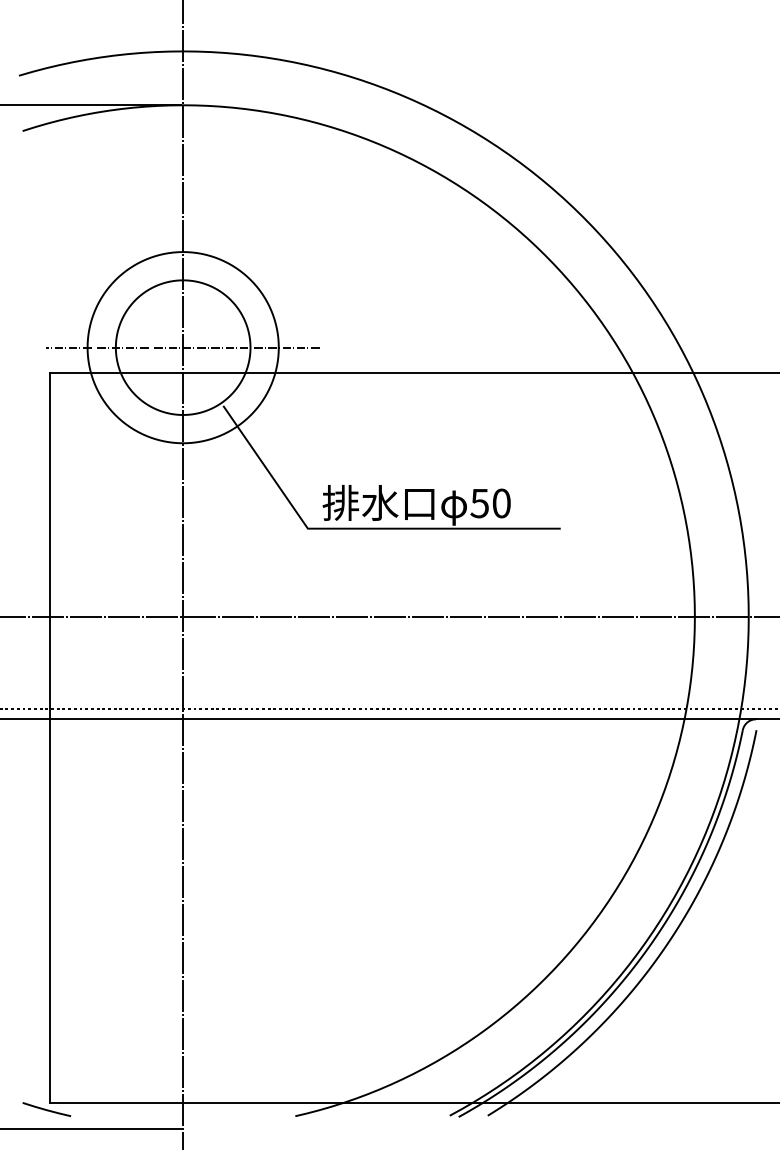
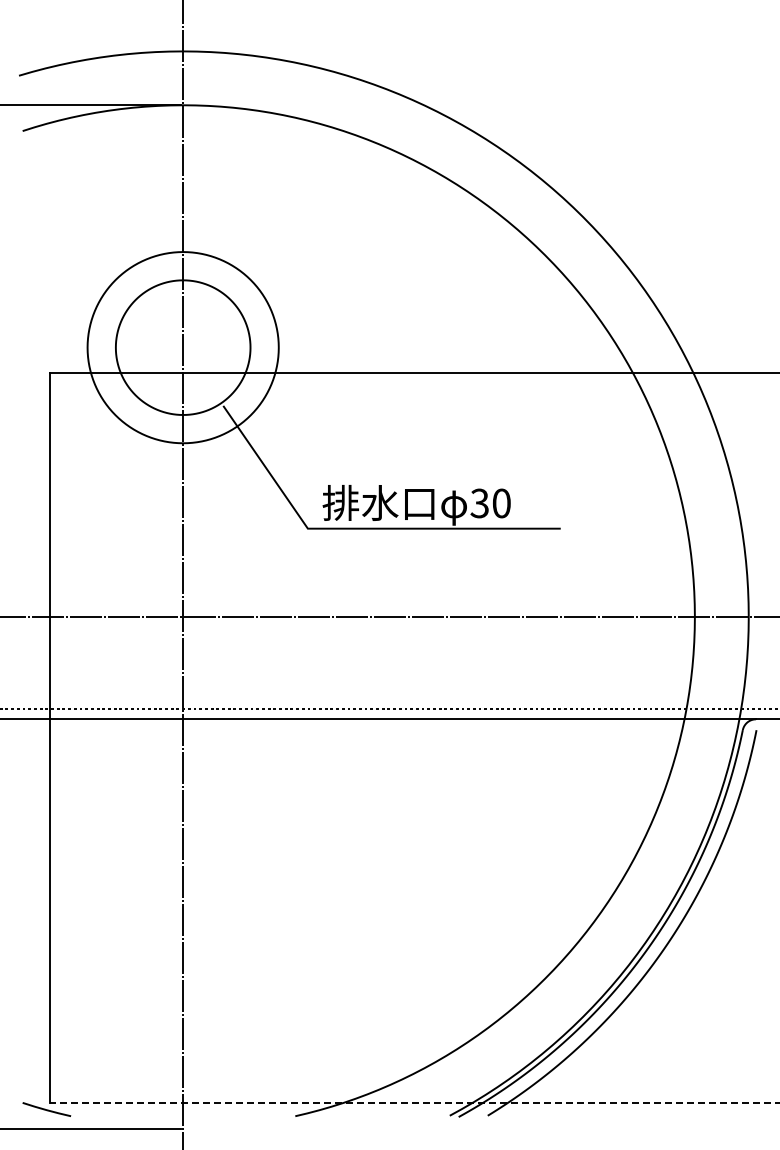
line at (182, 347): present -> none
text at (479, 502): 50 -> 30
line at (414, 1103): solid -> dashed
